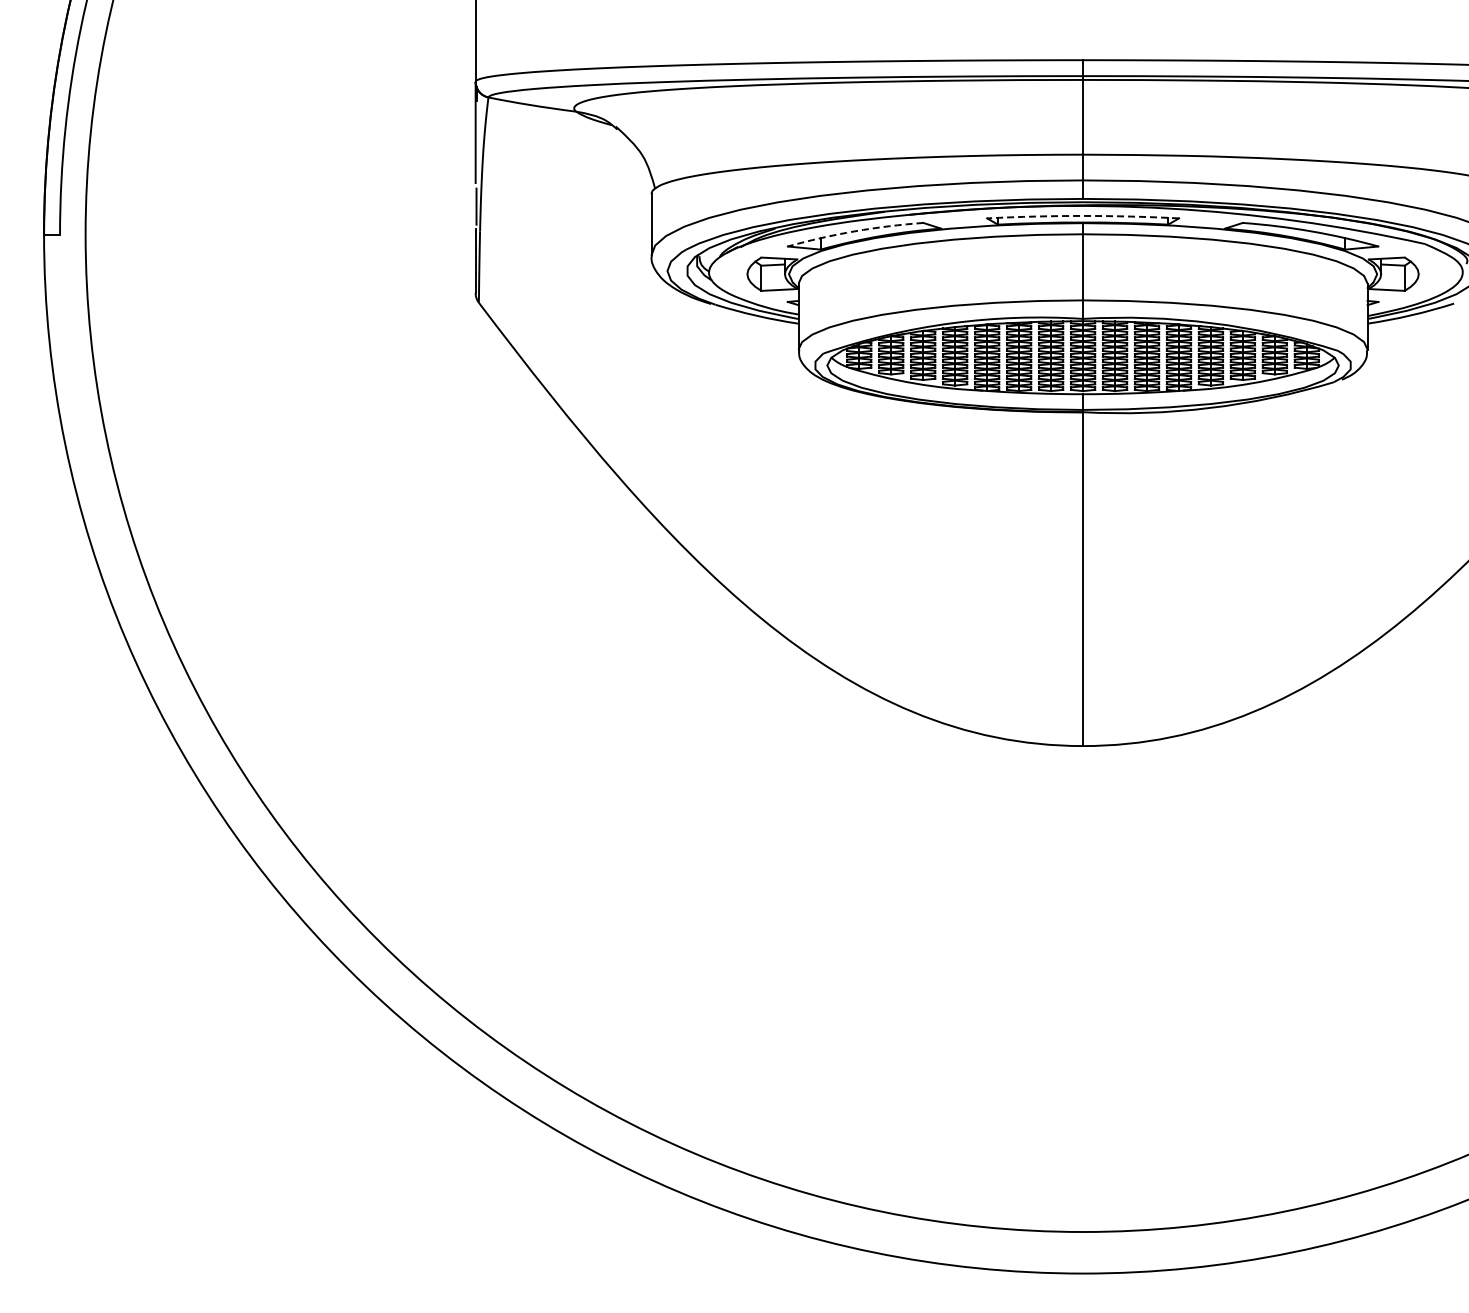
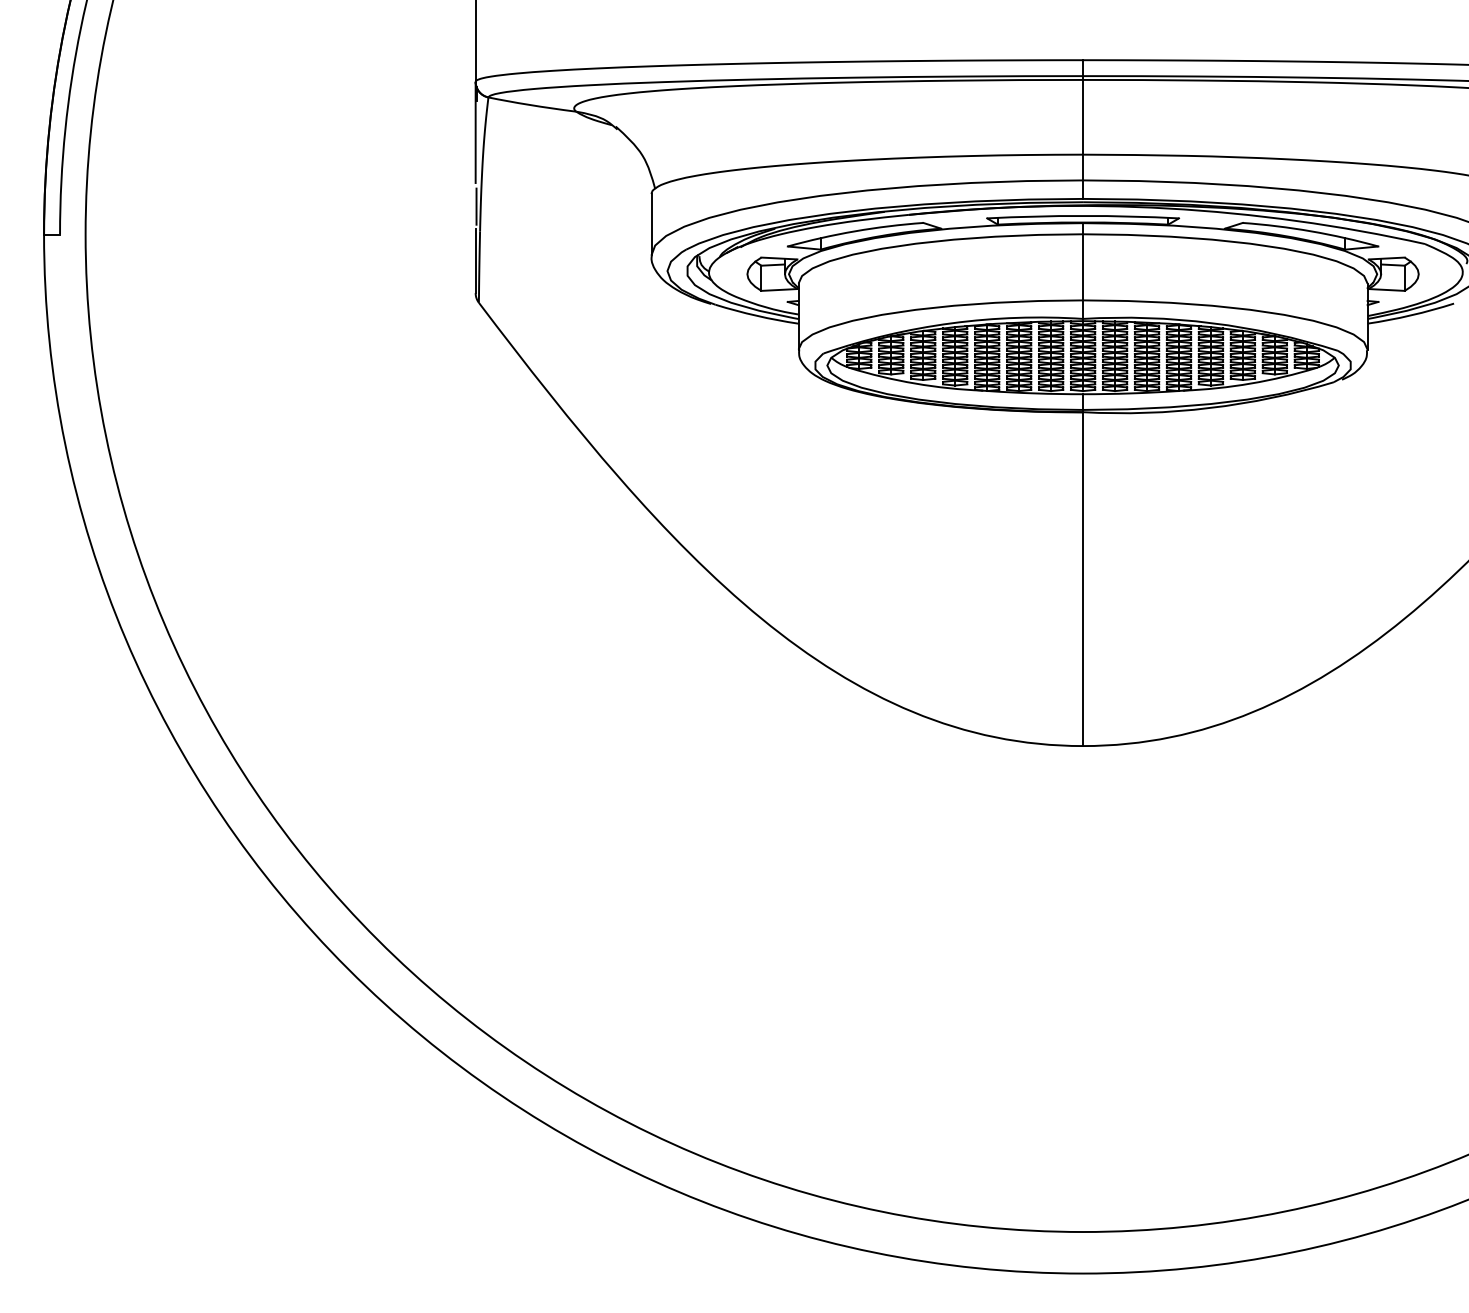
arc at (1083, 215): dashed -> solid
arc at (855, 231): dashed -> solid
